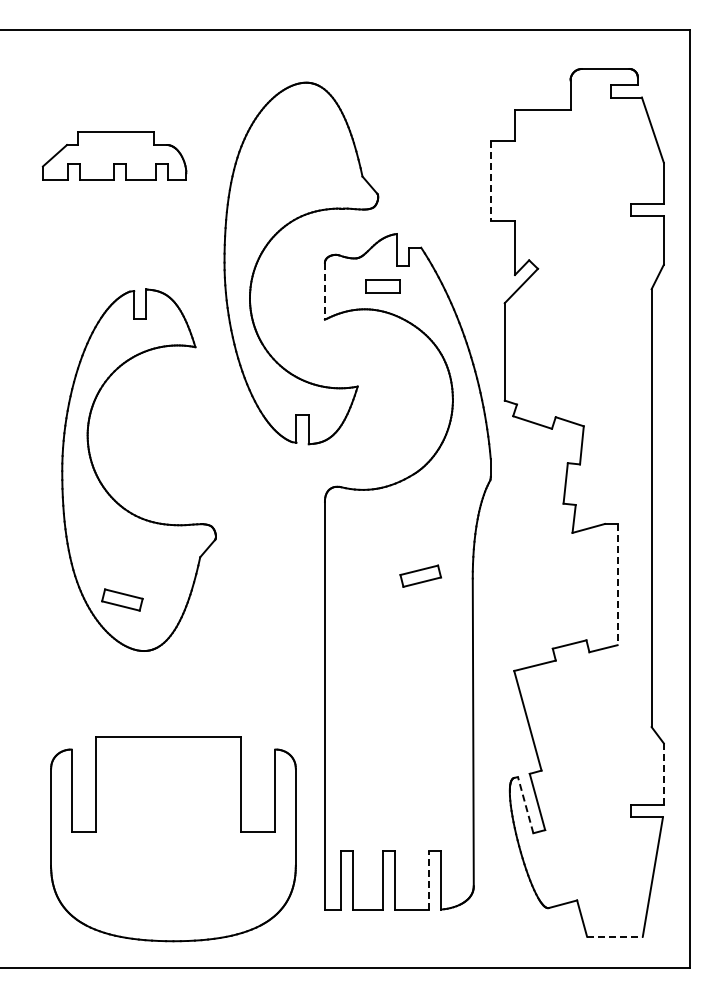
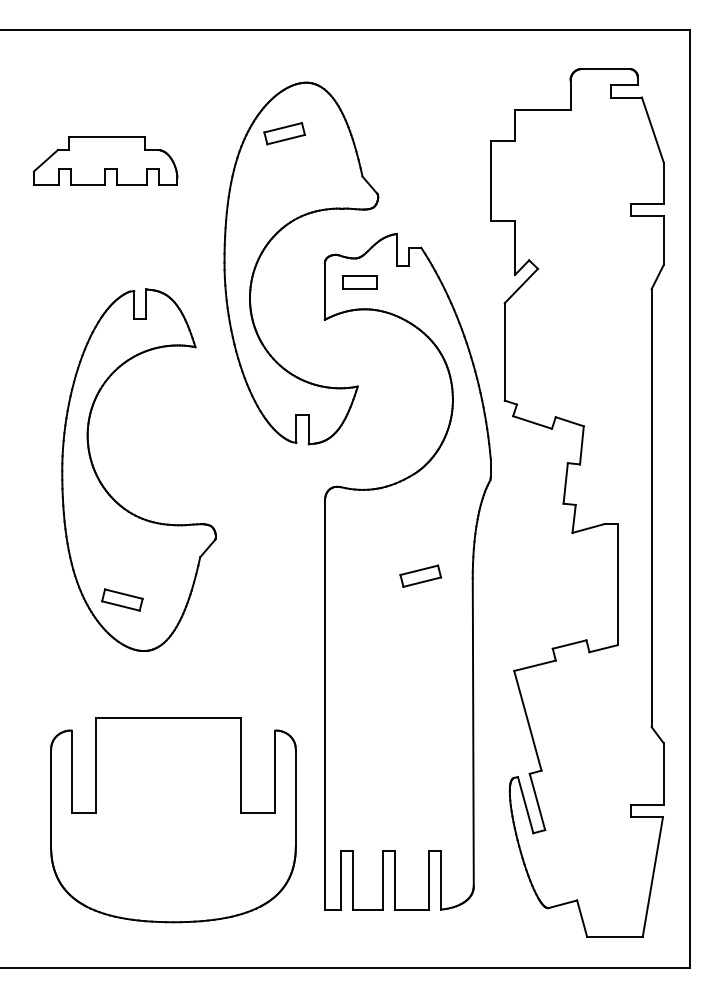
part at (284, 133): none -> present
part at (114, 155) position: (114, 155) -> (105, 160)
line at (490, 181): dashed -> solid
part at (382, 286) position: (382, 286) -> (359, 282)
line at (324, 291): dashed -> solid
line at (617, 584): dashed -> solid
line at (663, 774): dashed -> solid
line at (525, 804): dashed -> solid
part at (173, 839) position: (173, 839) -> (173, 820)
line at (428, 880): dashed -> solid
line at (614, 936): dashed -> solid
